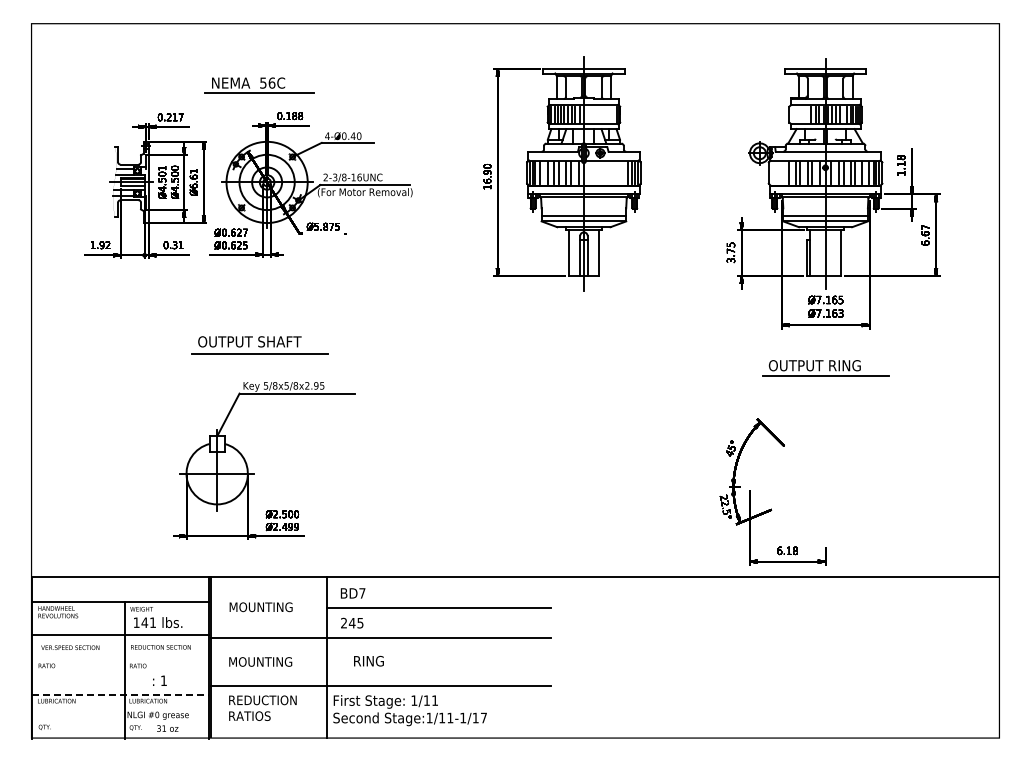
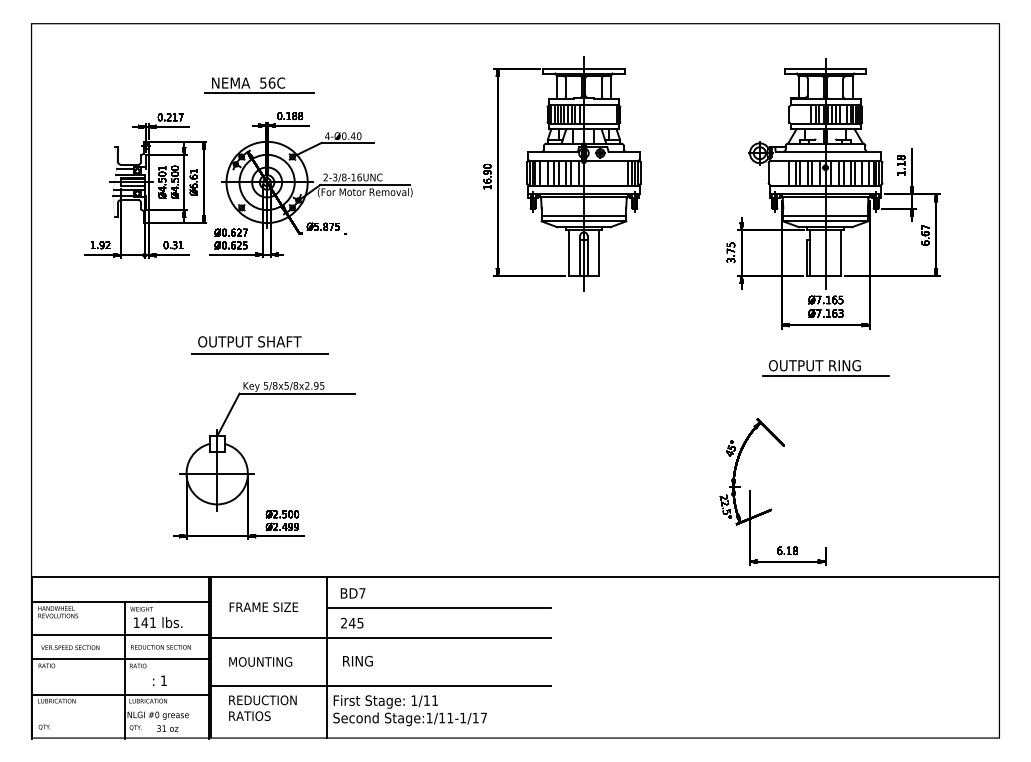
text at (264, 607): MOUNTING -> FRAME SIZE
line at (119, 659): none -> present
text at (368, 660) position: (368, 660) -> (357, 660)
line at (120, 694): dashed -> solid
